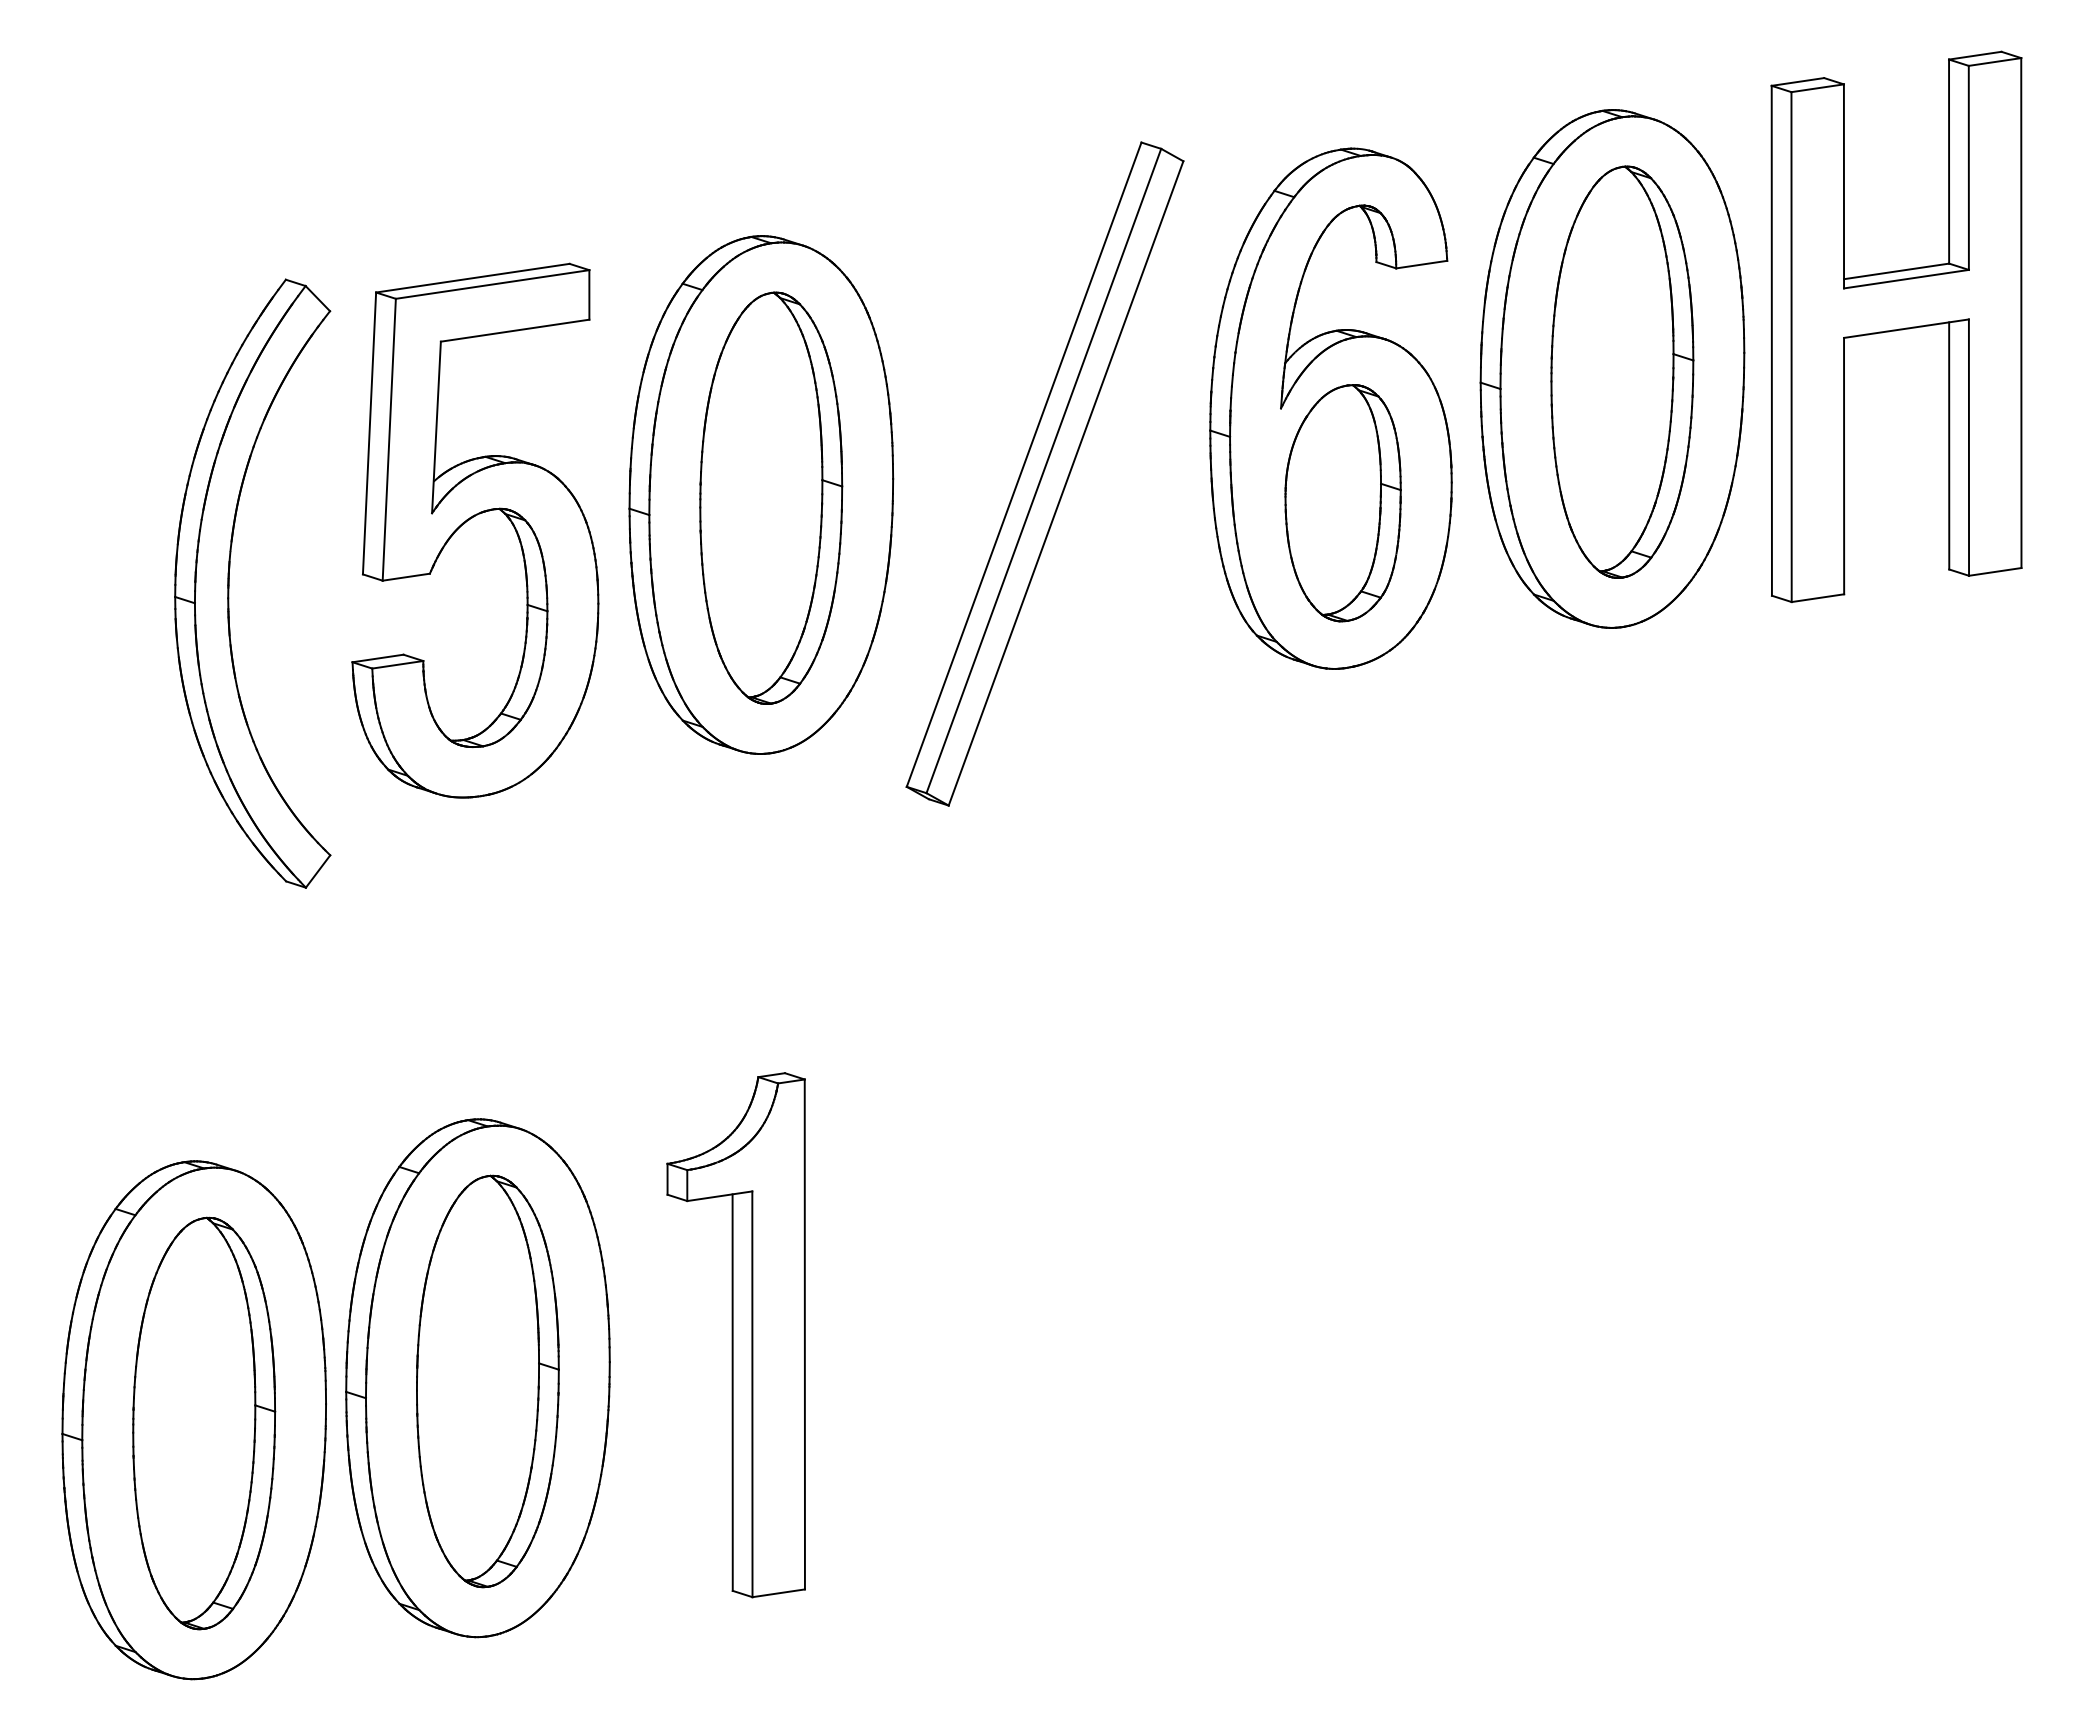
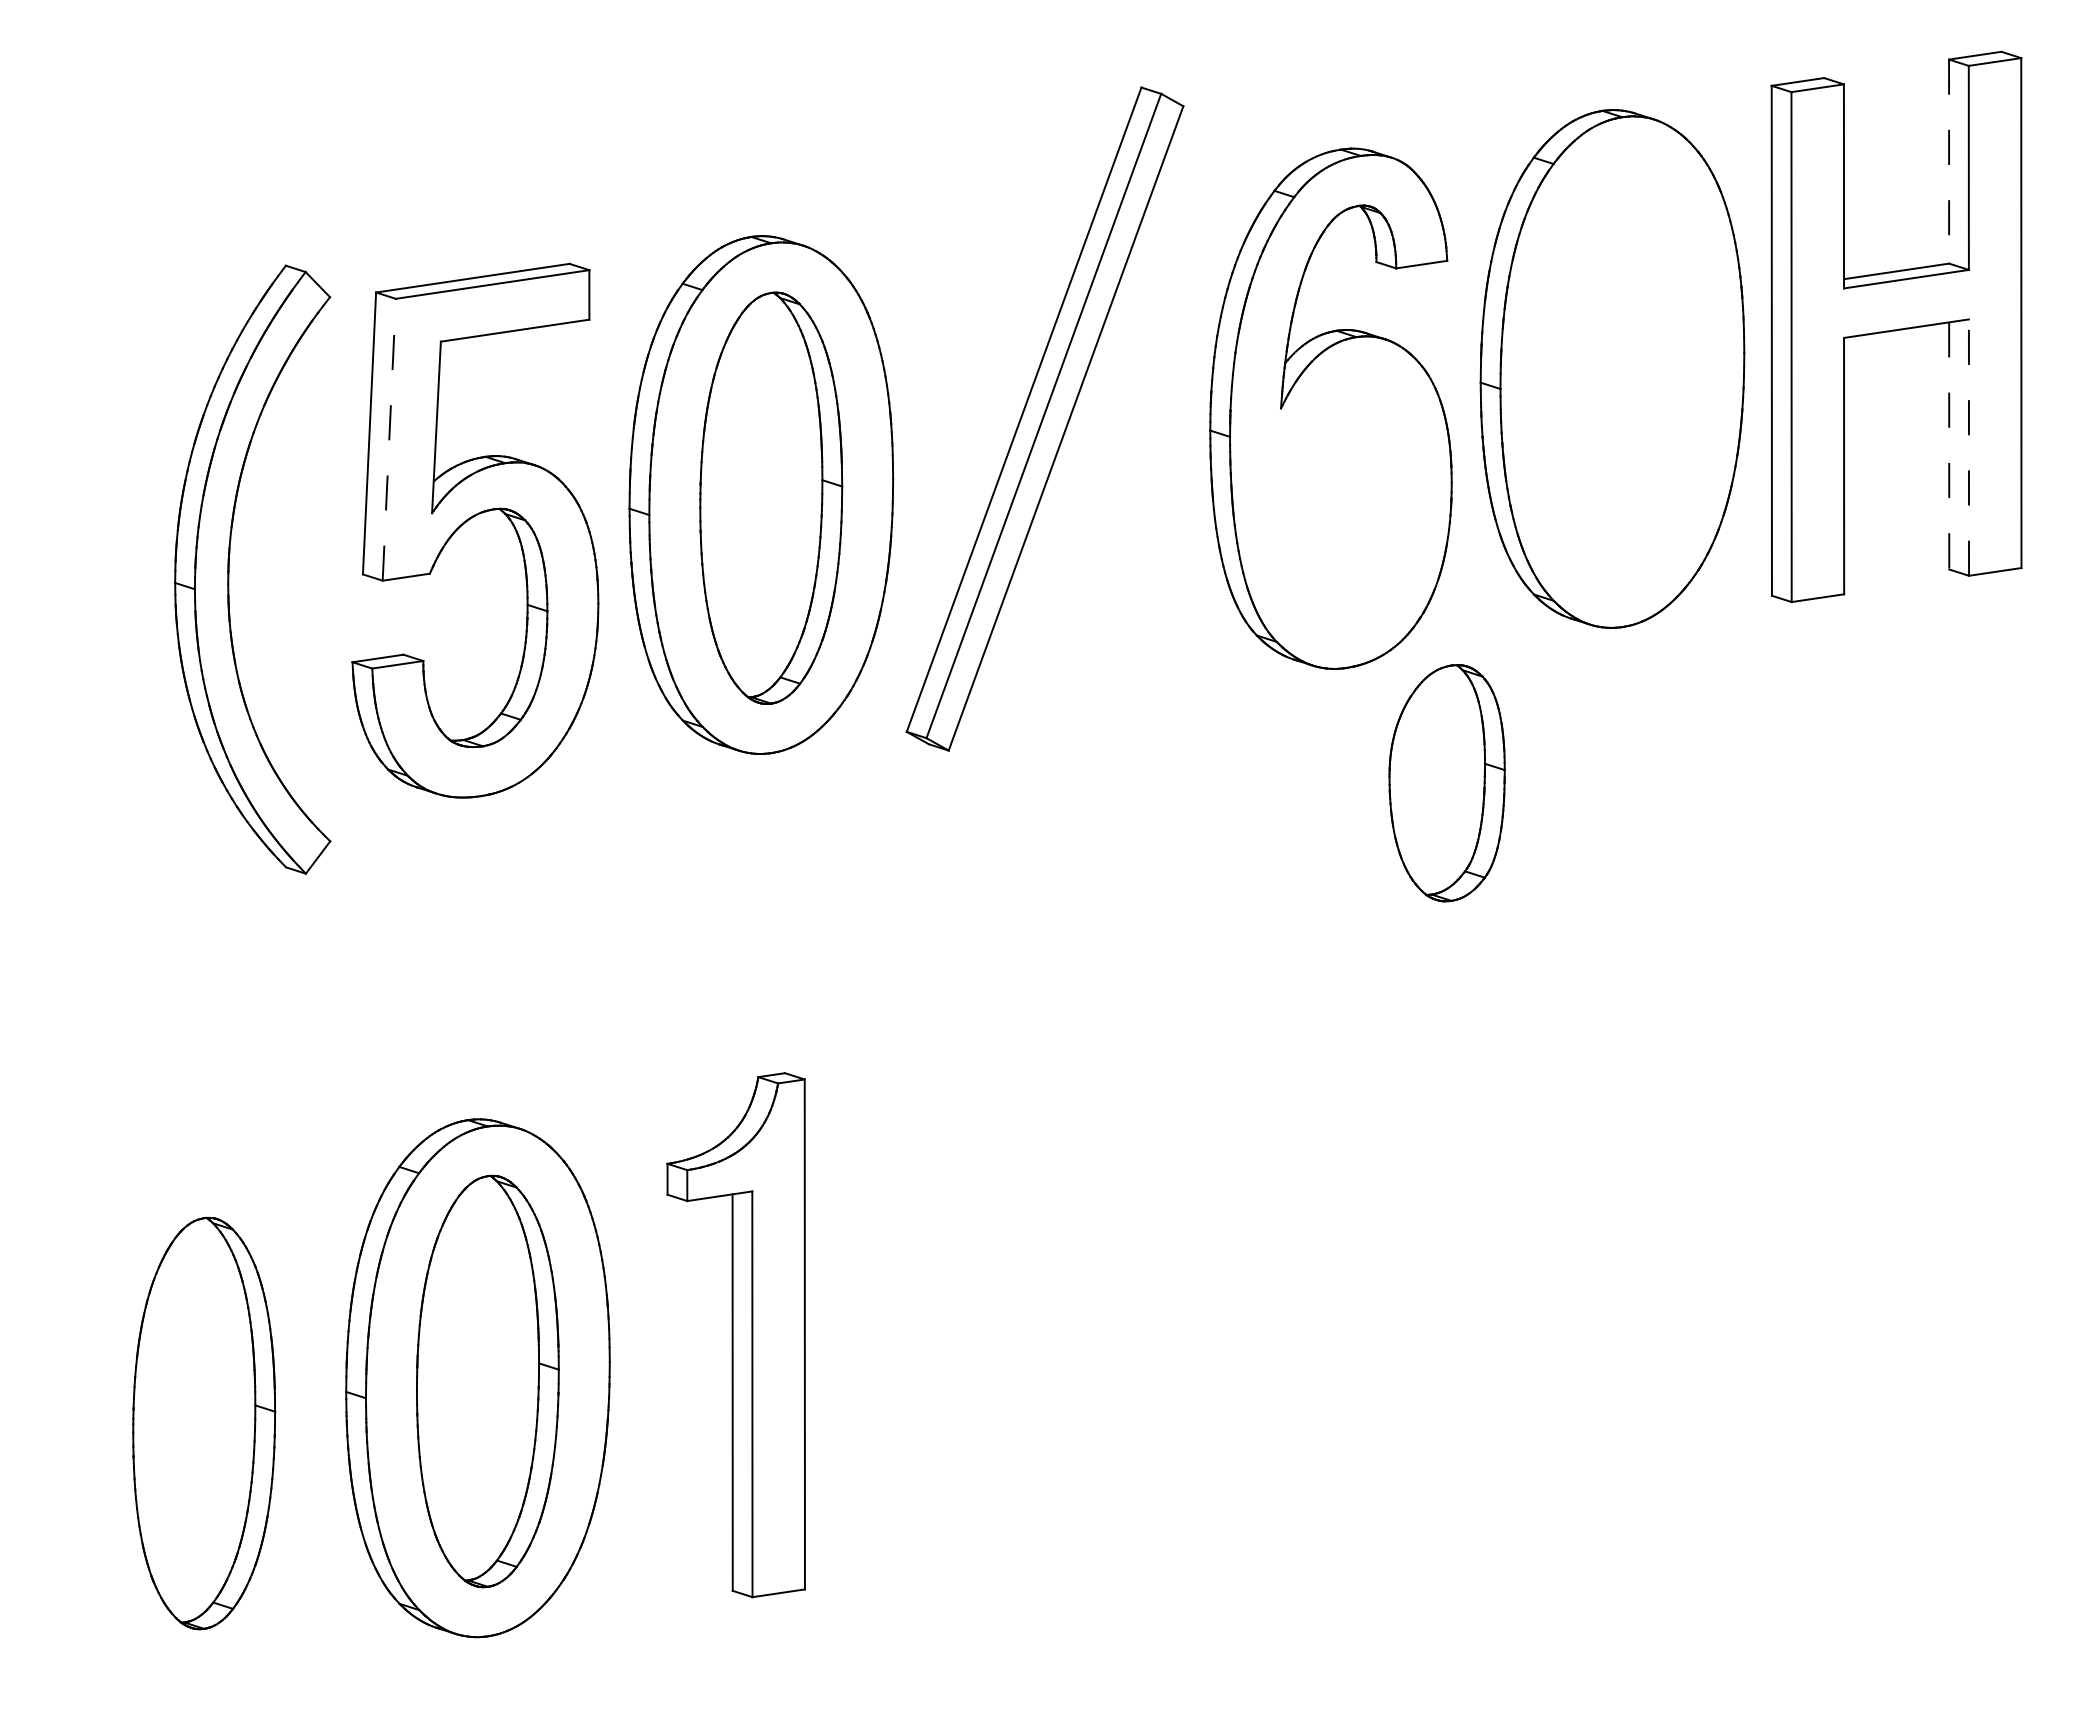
line at (1949, 162): solid -> dashed
part at (1622, 371): present -> none
line at (389, 439): solid -> dashed
line at (1949, 445): solid -> dashed
line at (1968, 447): solid -> dashed
part at (1044, 473) position: (1044, 473) -> (1044, 418)
part at (1342, 503) position: (1342, 503) -> (1446, 783)
part at (229, 583) position: (229, 583) -> (229, 569)
part at (193, 1420): present -> none
